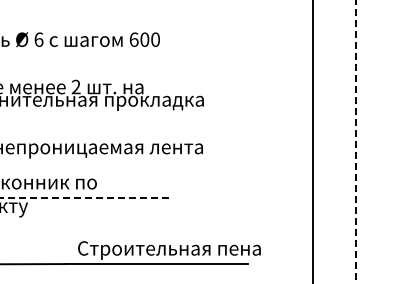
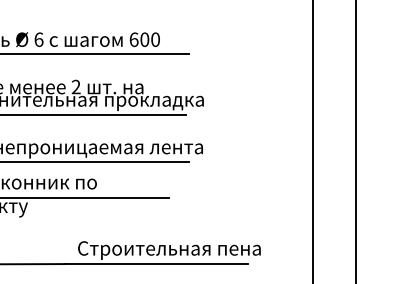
line at (95, 53): none -> present
line at (94, 114): none -> present
line at (356, 142): dashed -> solid
line at (95, 162): none -> present
line at (84, 197): dashed -> solid
